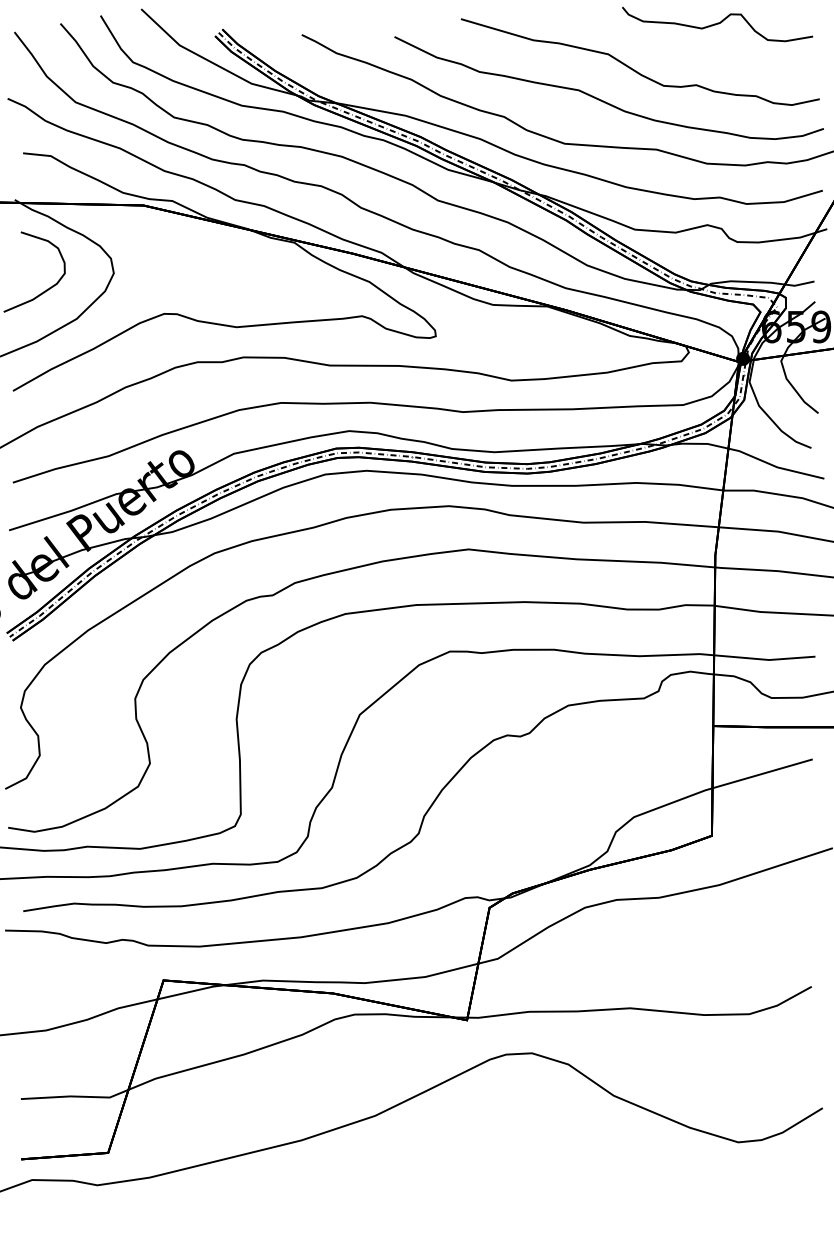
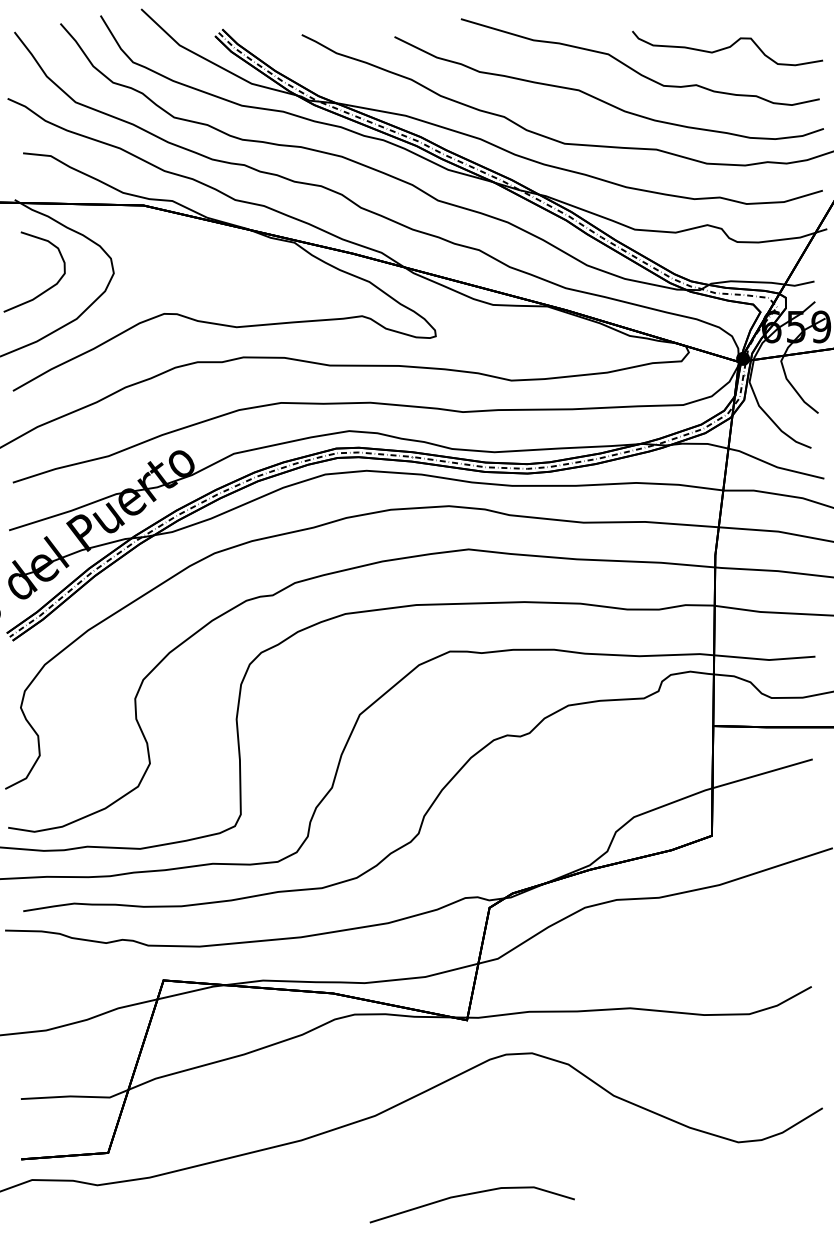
curve at (717, 24) position: (717, 24) -> (727, 48)
line at (468, 1195): none -> present
